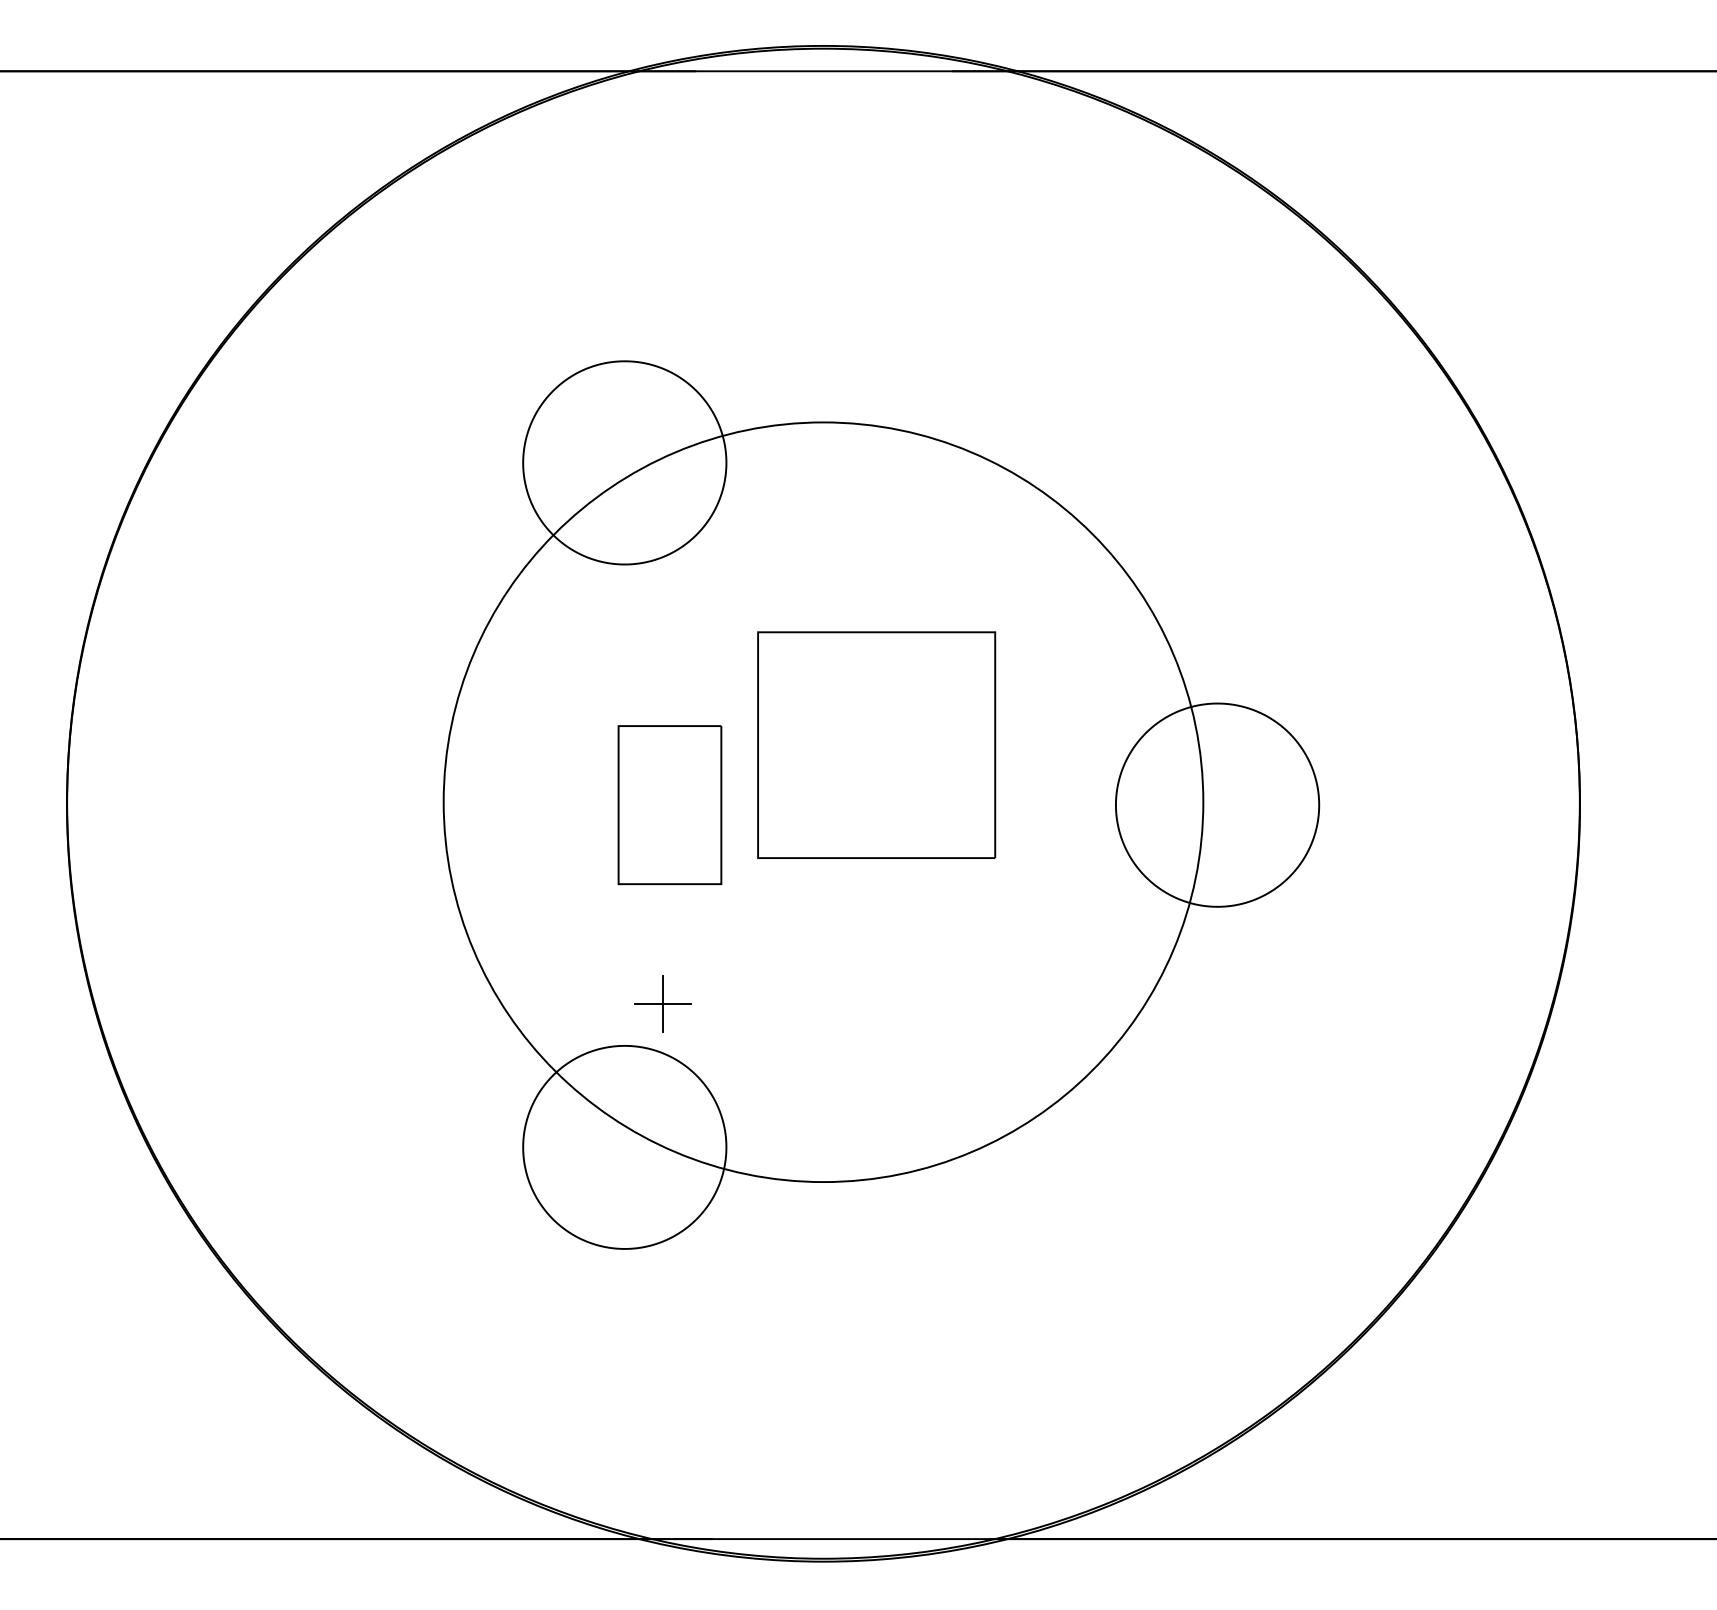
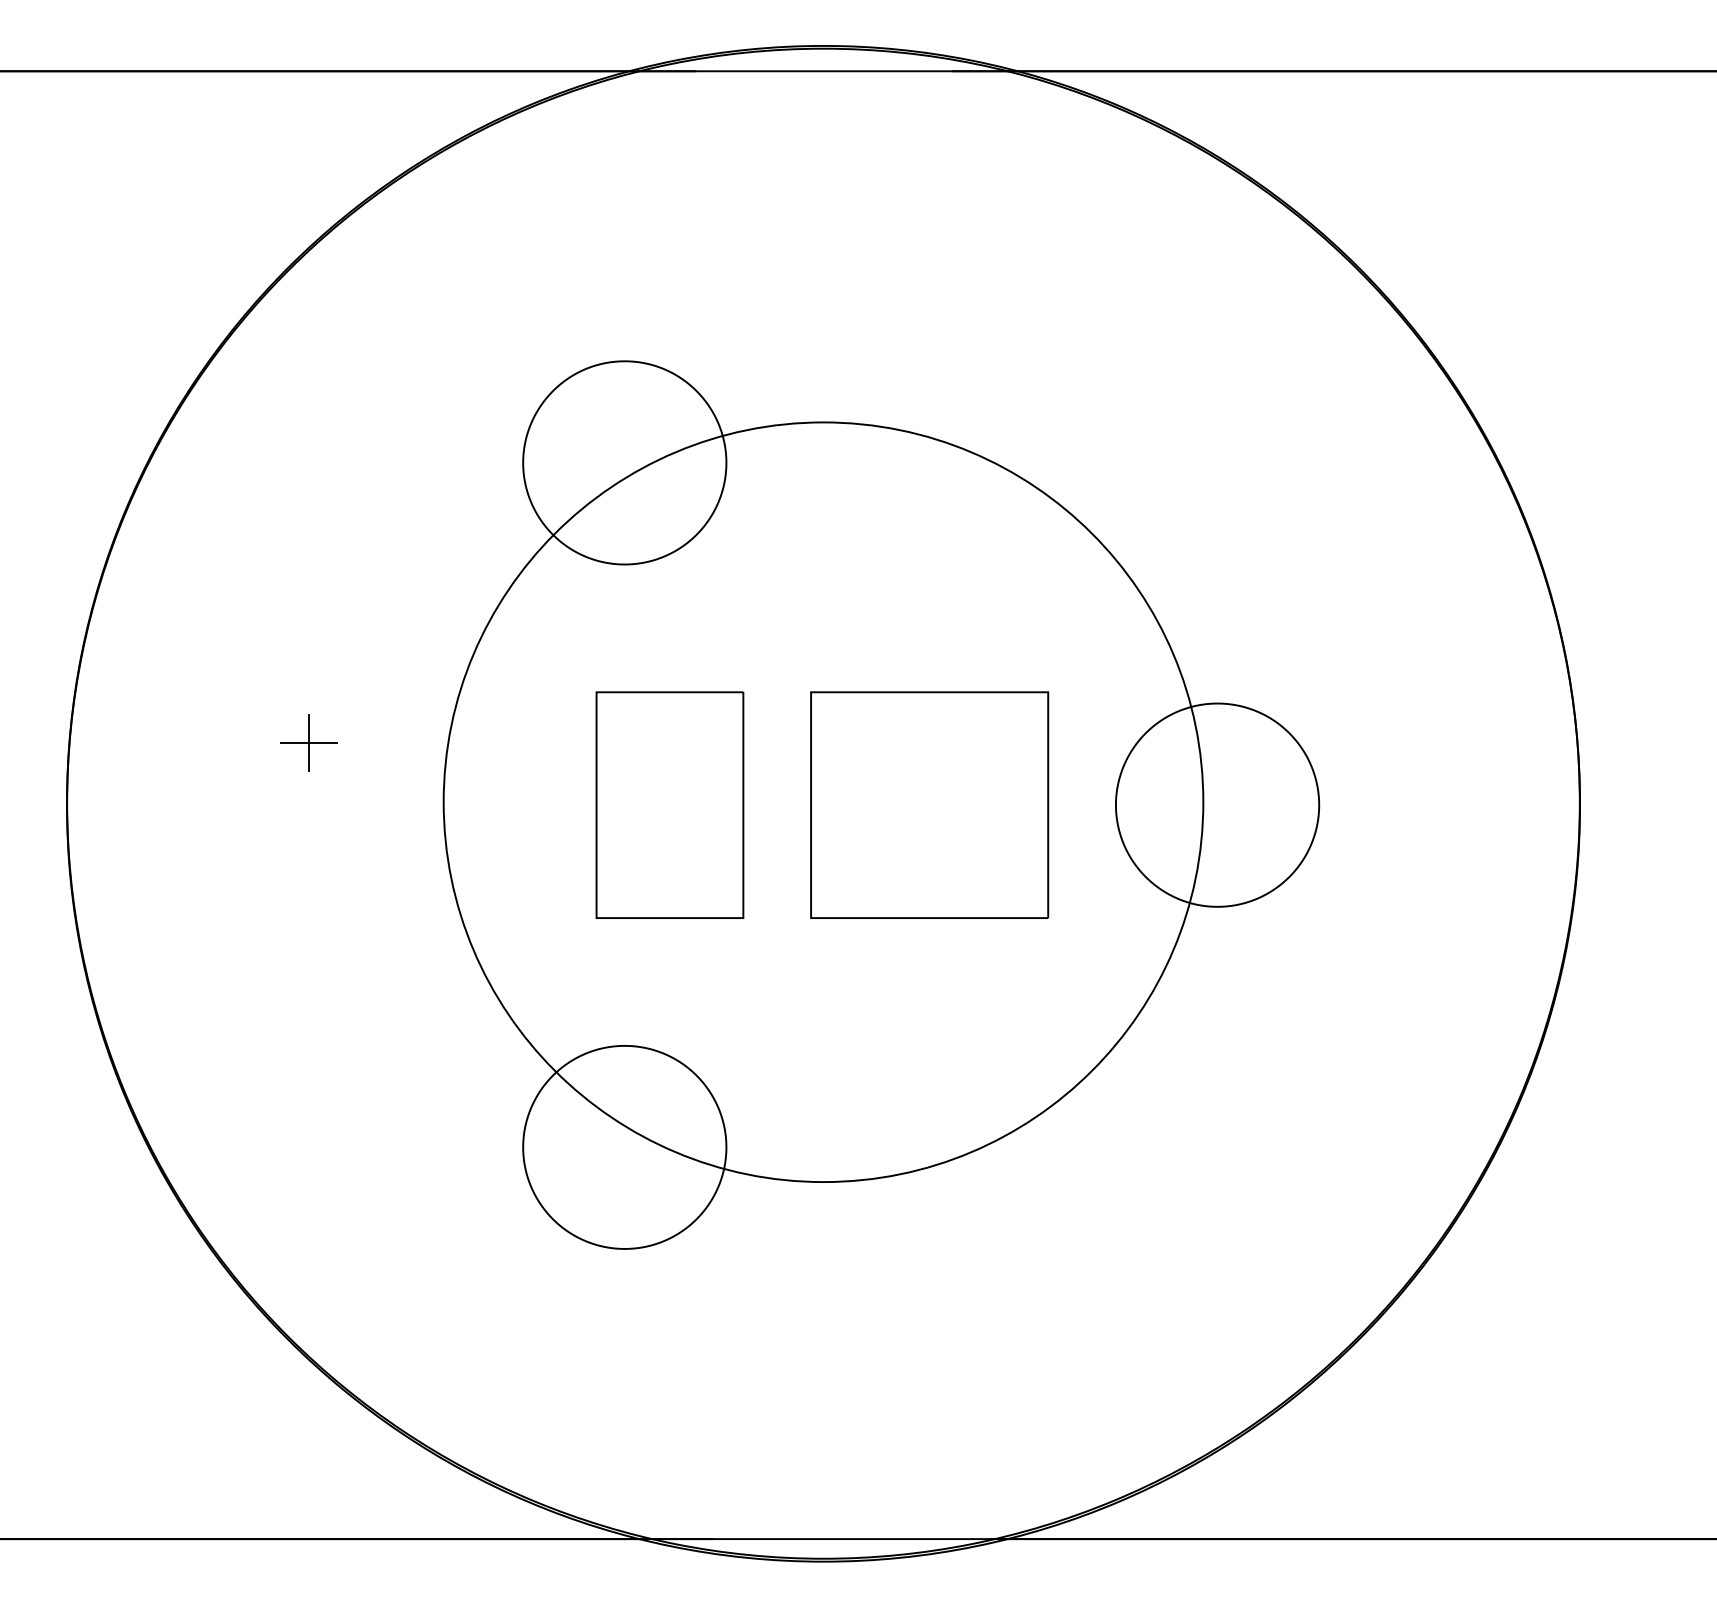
part at (876, 744) position: (876, 744) -> (929, 804)
part at (669, 805) size: 106x161 px -> 150x228 px
part at (662, 1003) position: (662, 1003) -> (308, 742)
